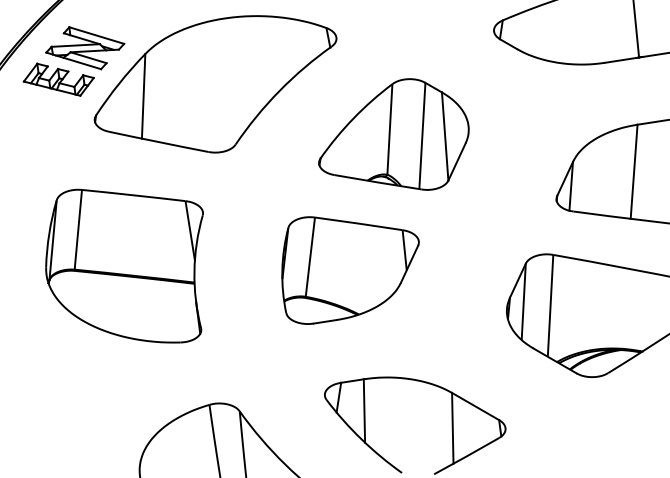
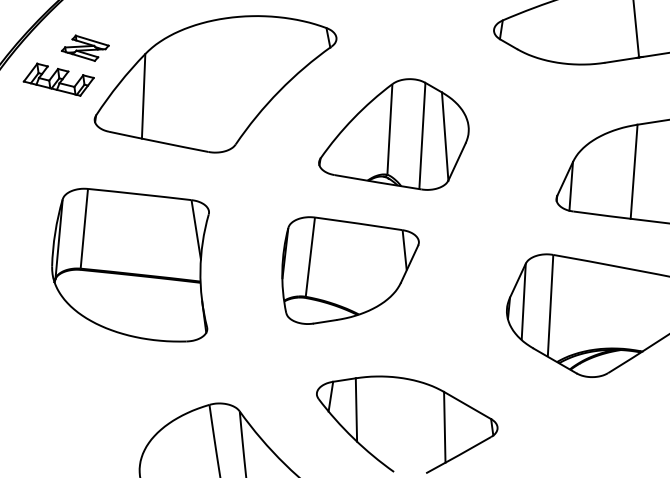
part at (85, 48) size: 81x45 px -> 49x28 px
part at (124, 265) position: (124, 265) -> (130, 264)
part at (451, 425) position: (451, 425) -> (443, 424)
